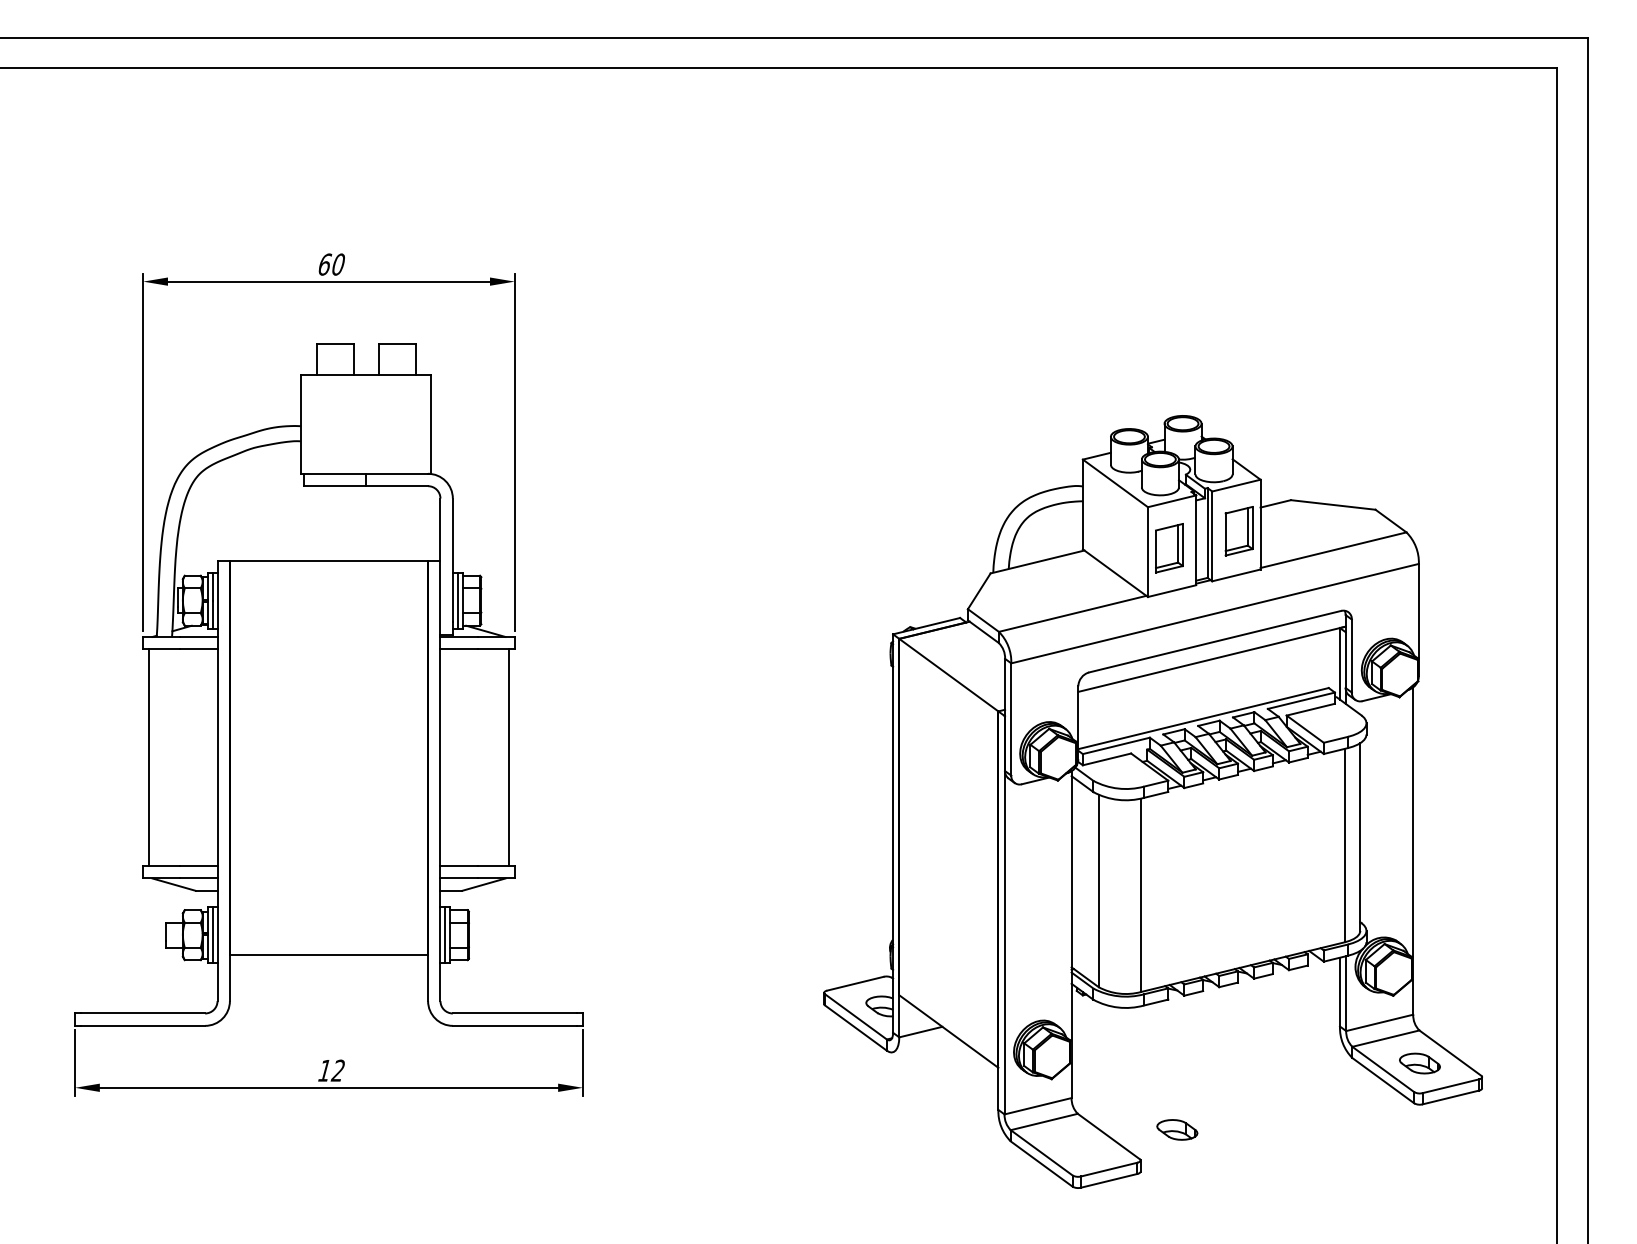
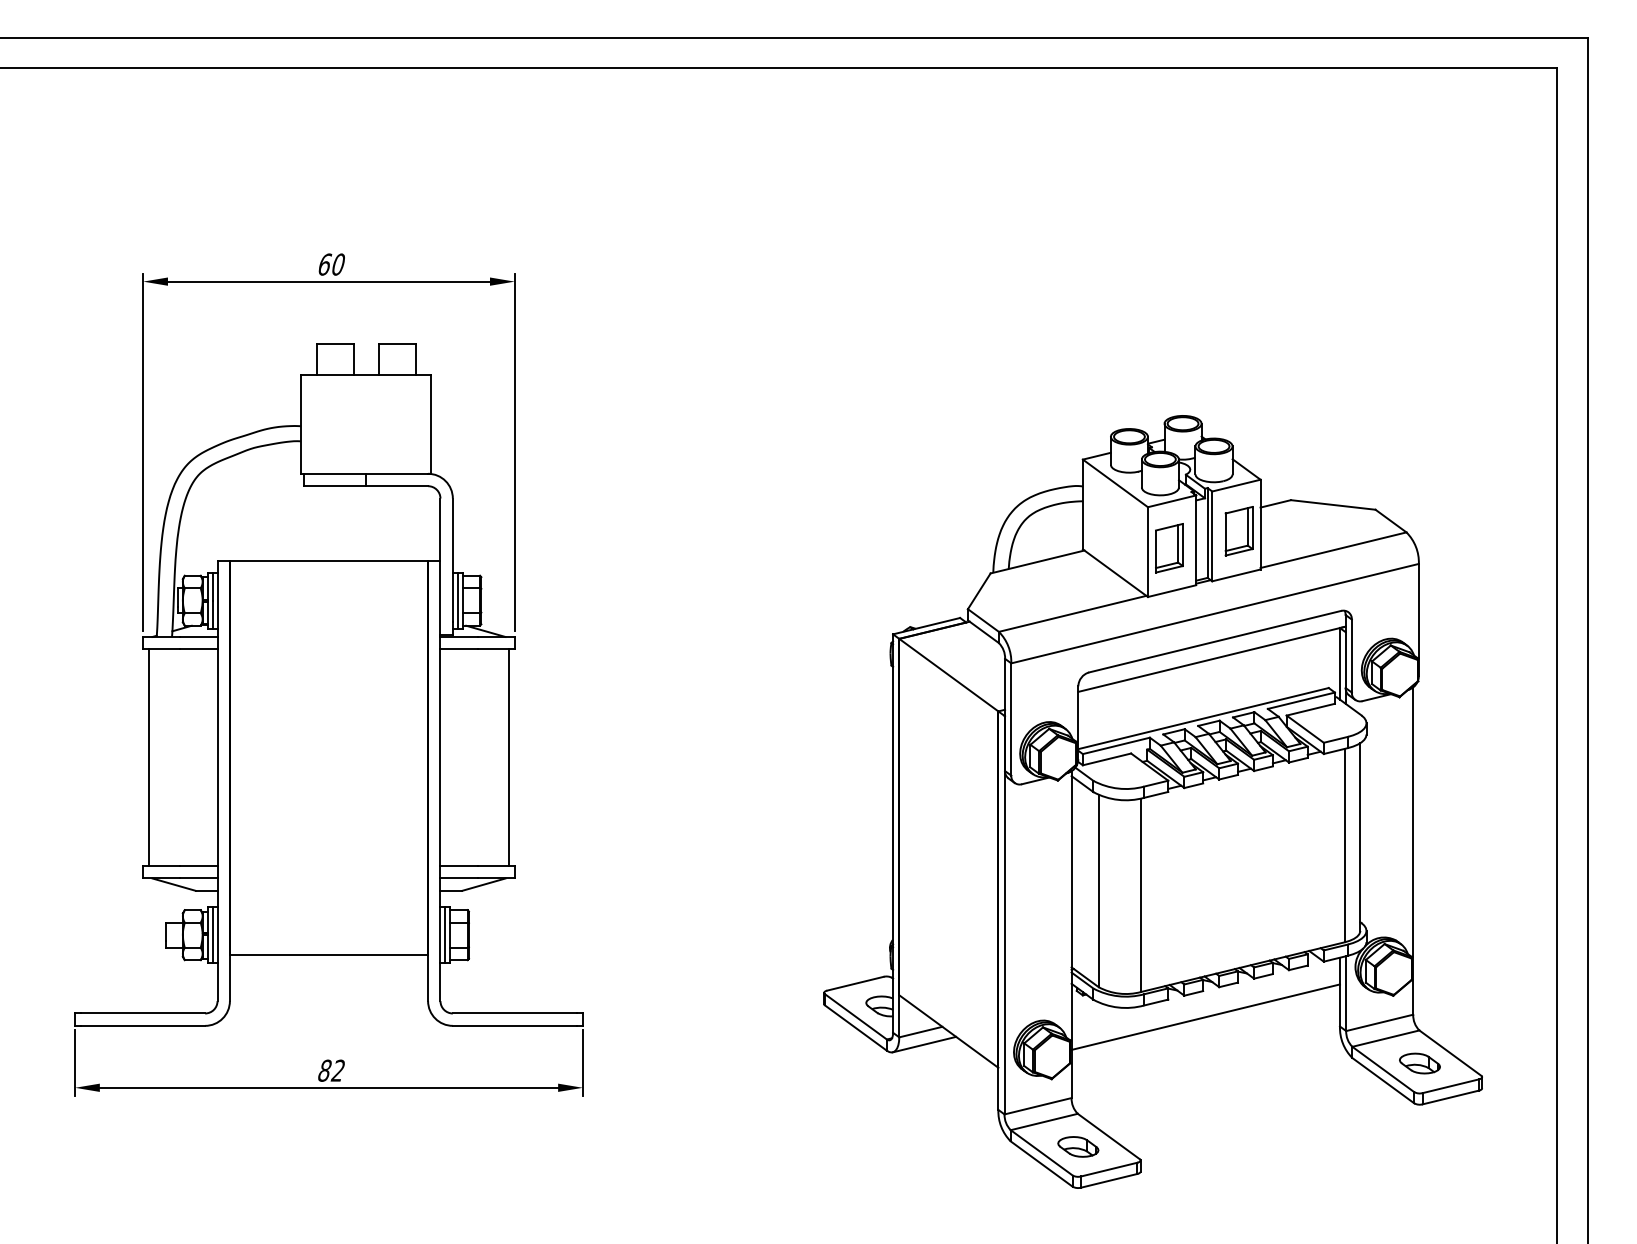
line at (1205, 1016): none -> present
line at (924, 1044): none -> present
text at (324, 1070): 12 -> 82
part at (1177, 1129) position: (1177, 1129) -> (1078, 1146)
